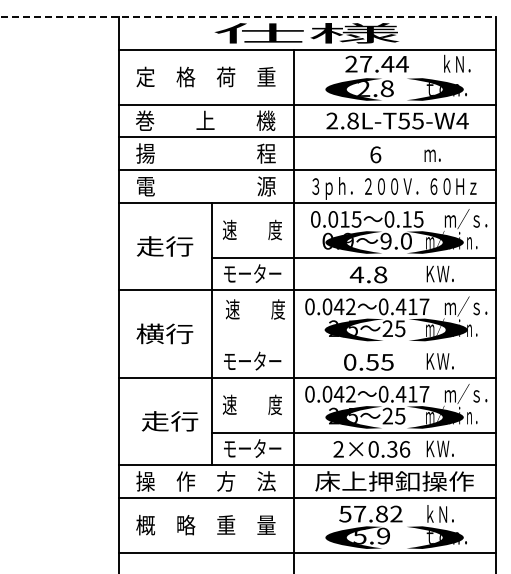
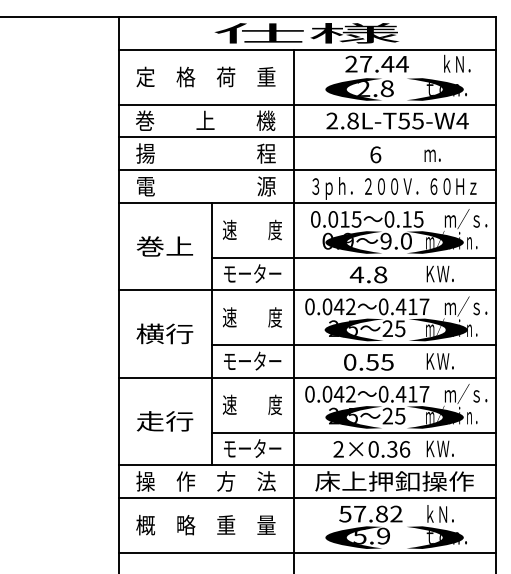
line at (247, 17): dashed -> solid
text at (164, 246): 走行 -> 巻上
text at (255, 309) position: (255, 309) -> (252, 317)
line at (353, 345): none -> present
text at (170, 421) position: (170, 421) -> (165, 421)
